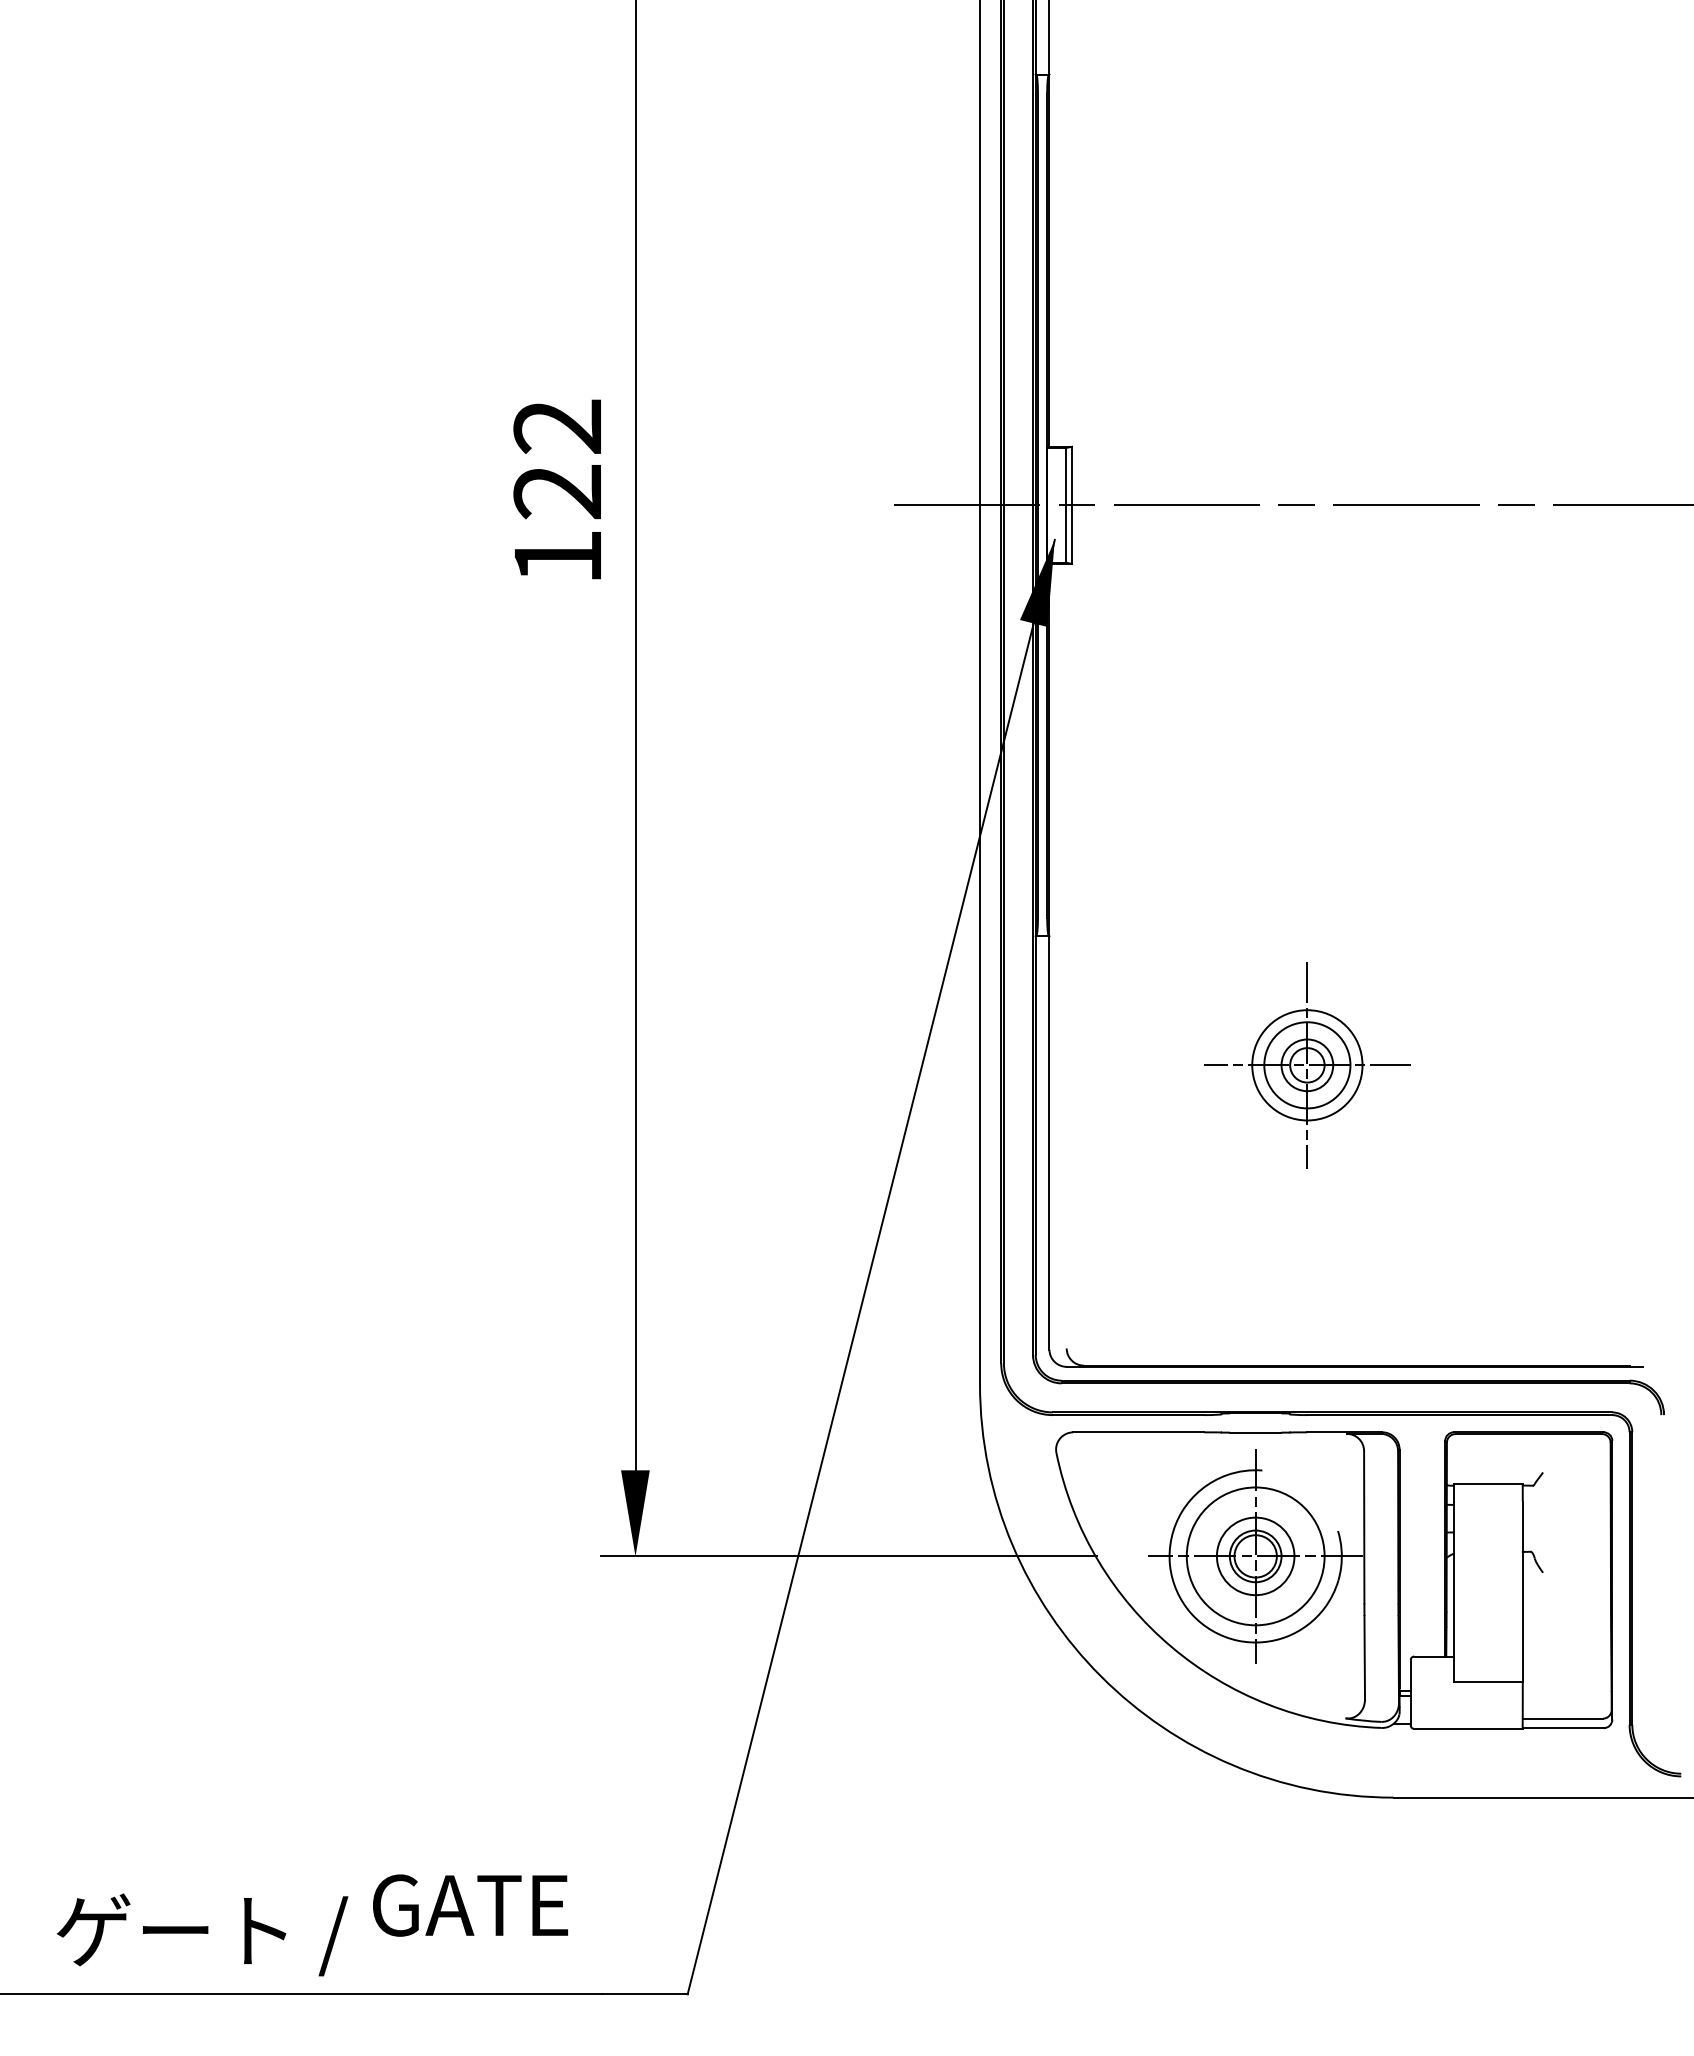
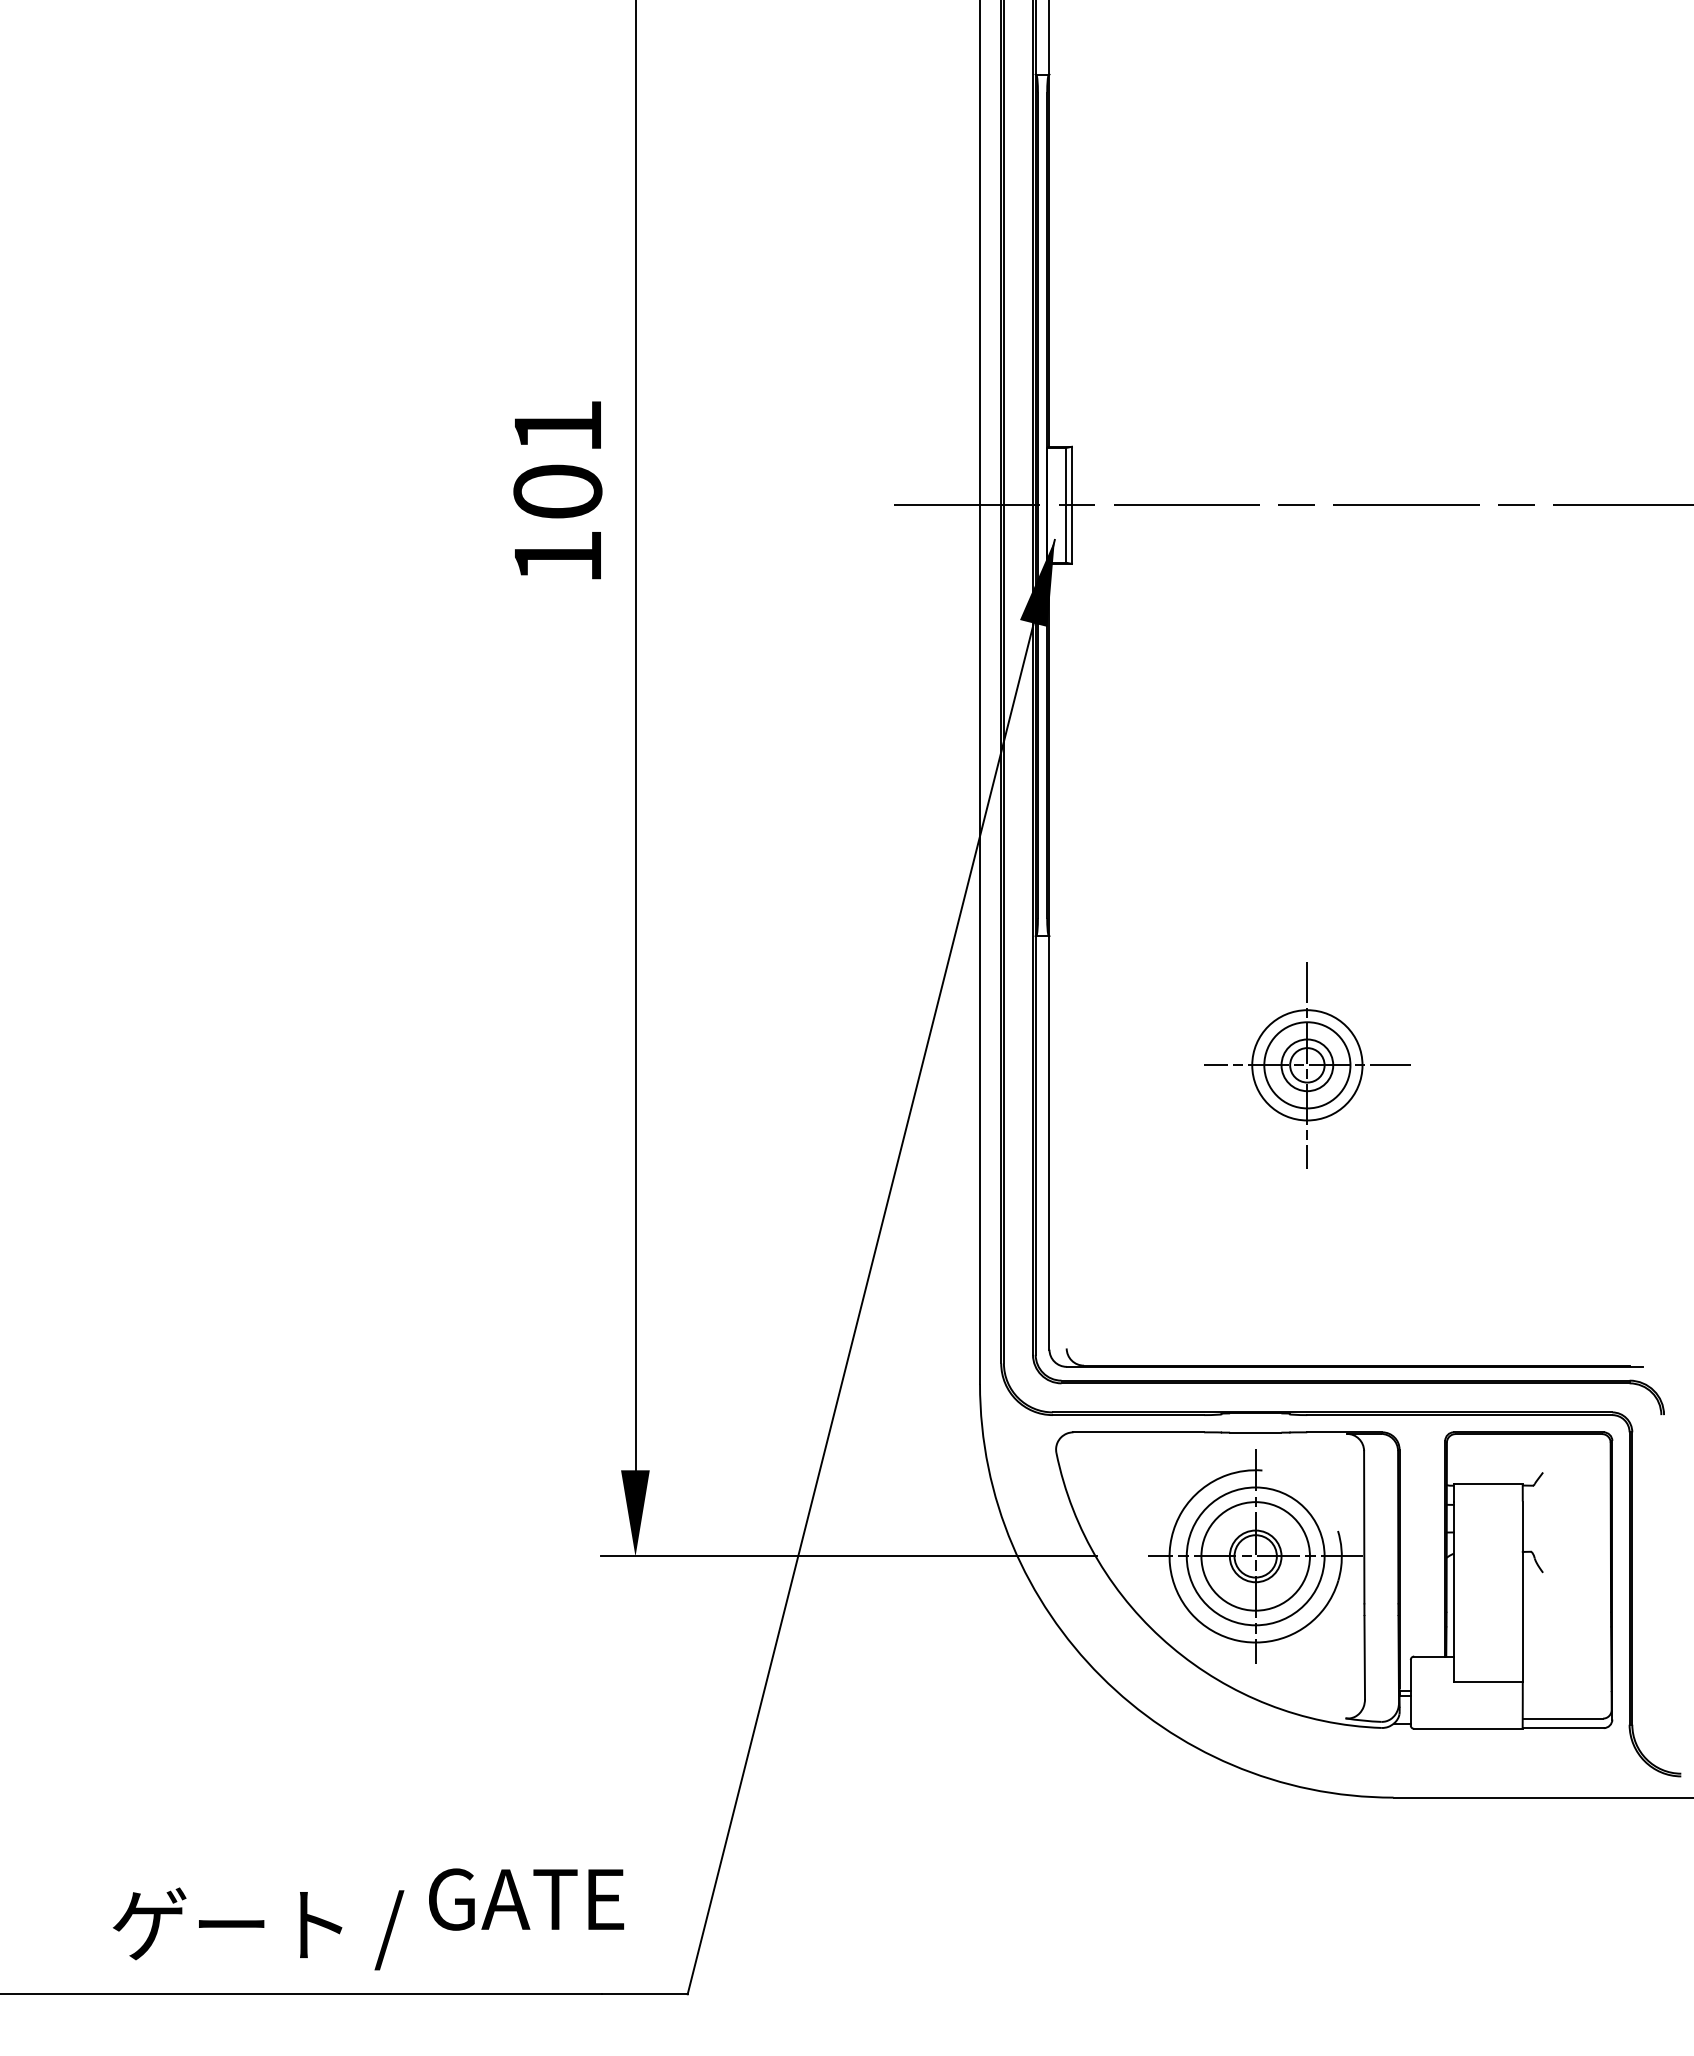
text at (557, 459): 122 -> 101
circle at (1255, 1556) diameter: 78 px -> 109 px
text at (312, 1925) position: (312, 1925) -> (368, 1919)
